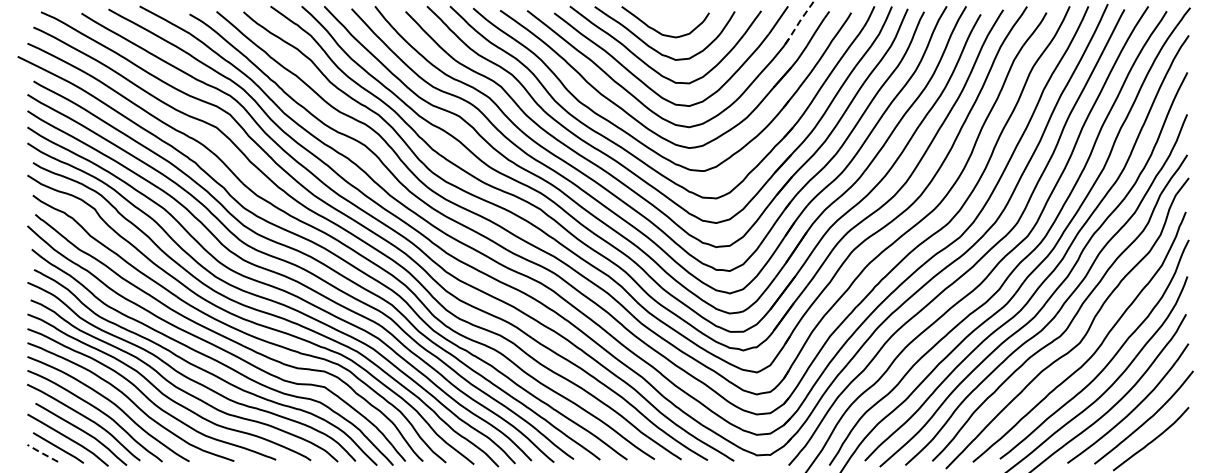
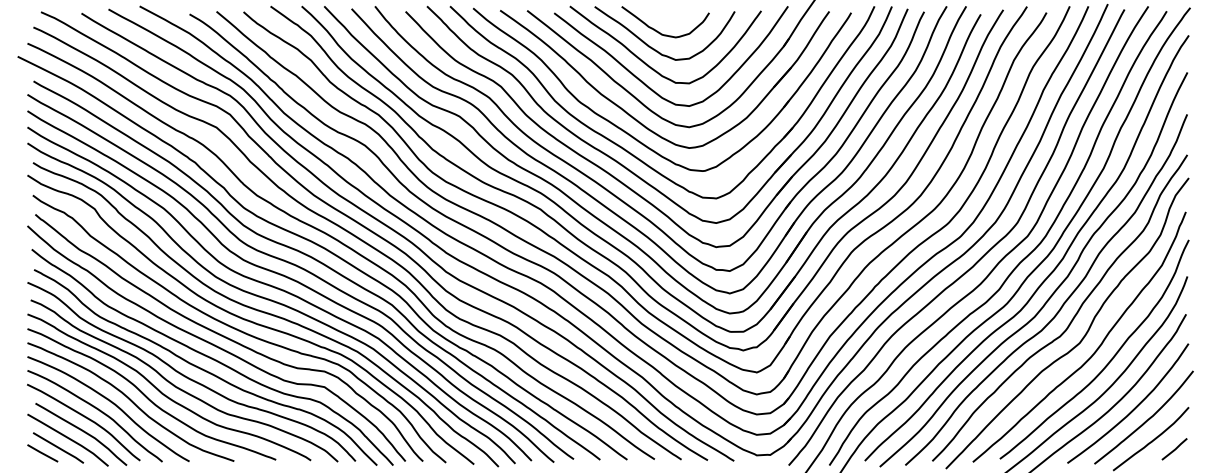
line at (798, 23): dashed -> solid
line at (1174, 449): none -> present
line at (41, 452): dashed -> solid
